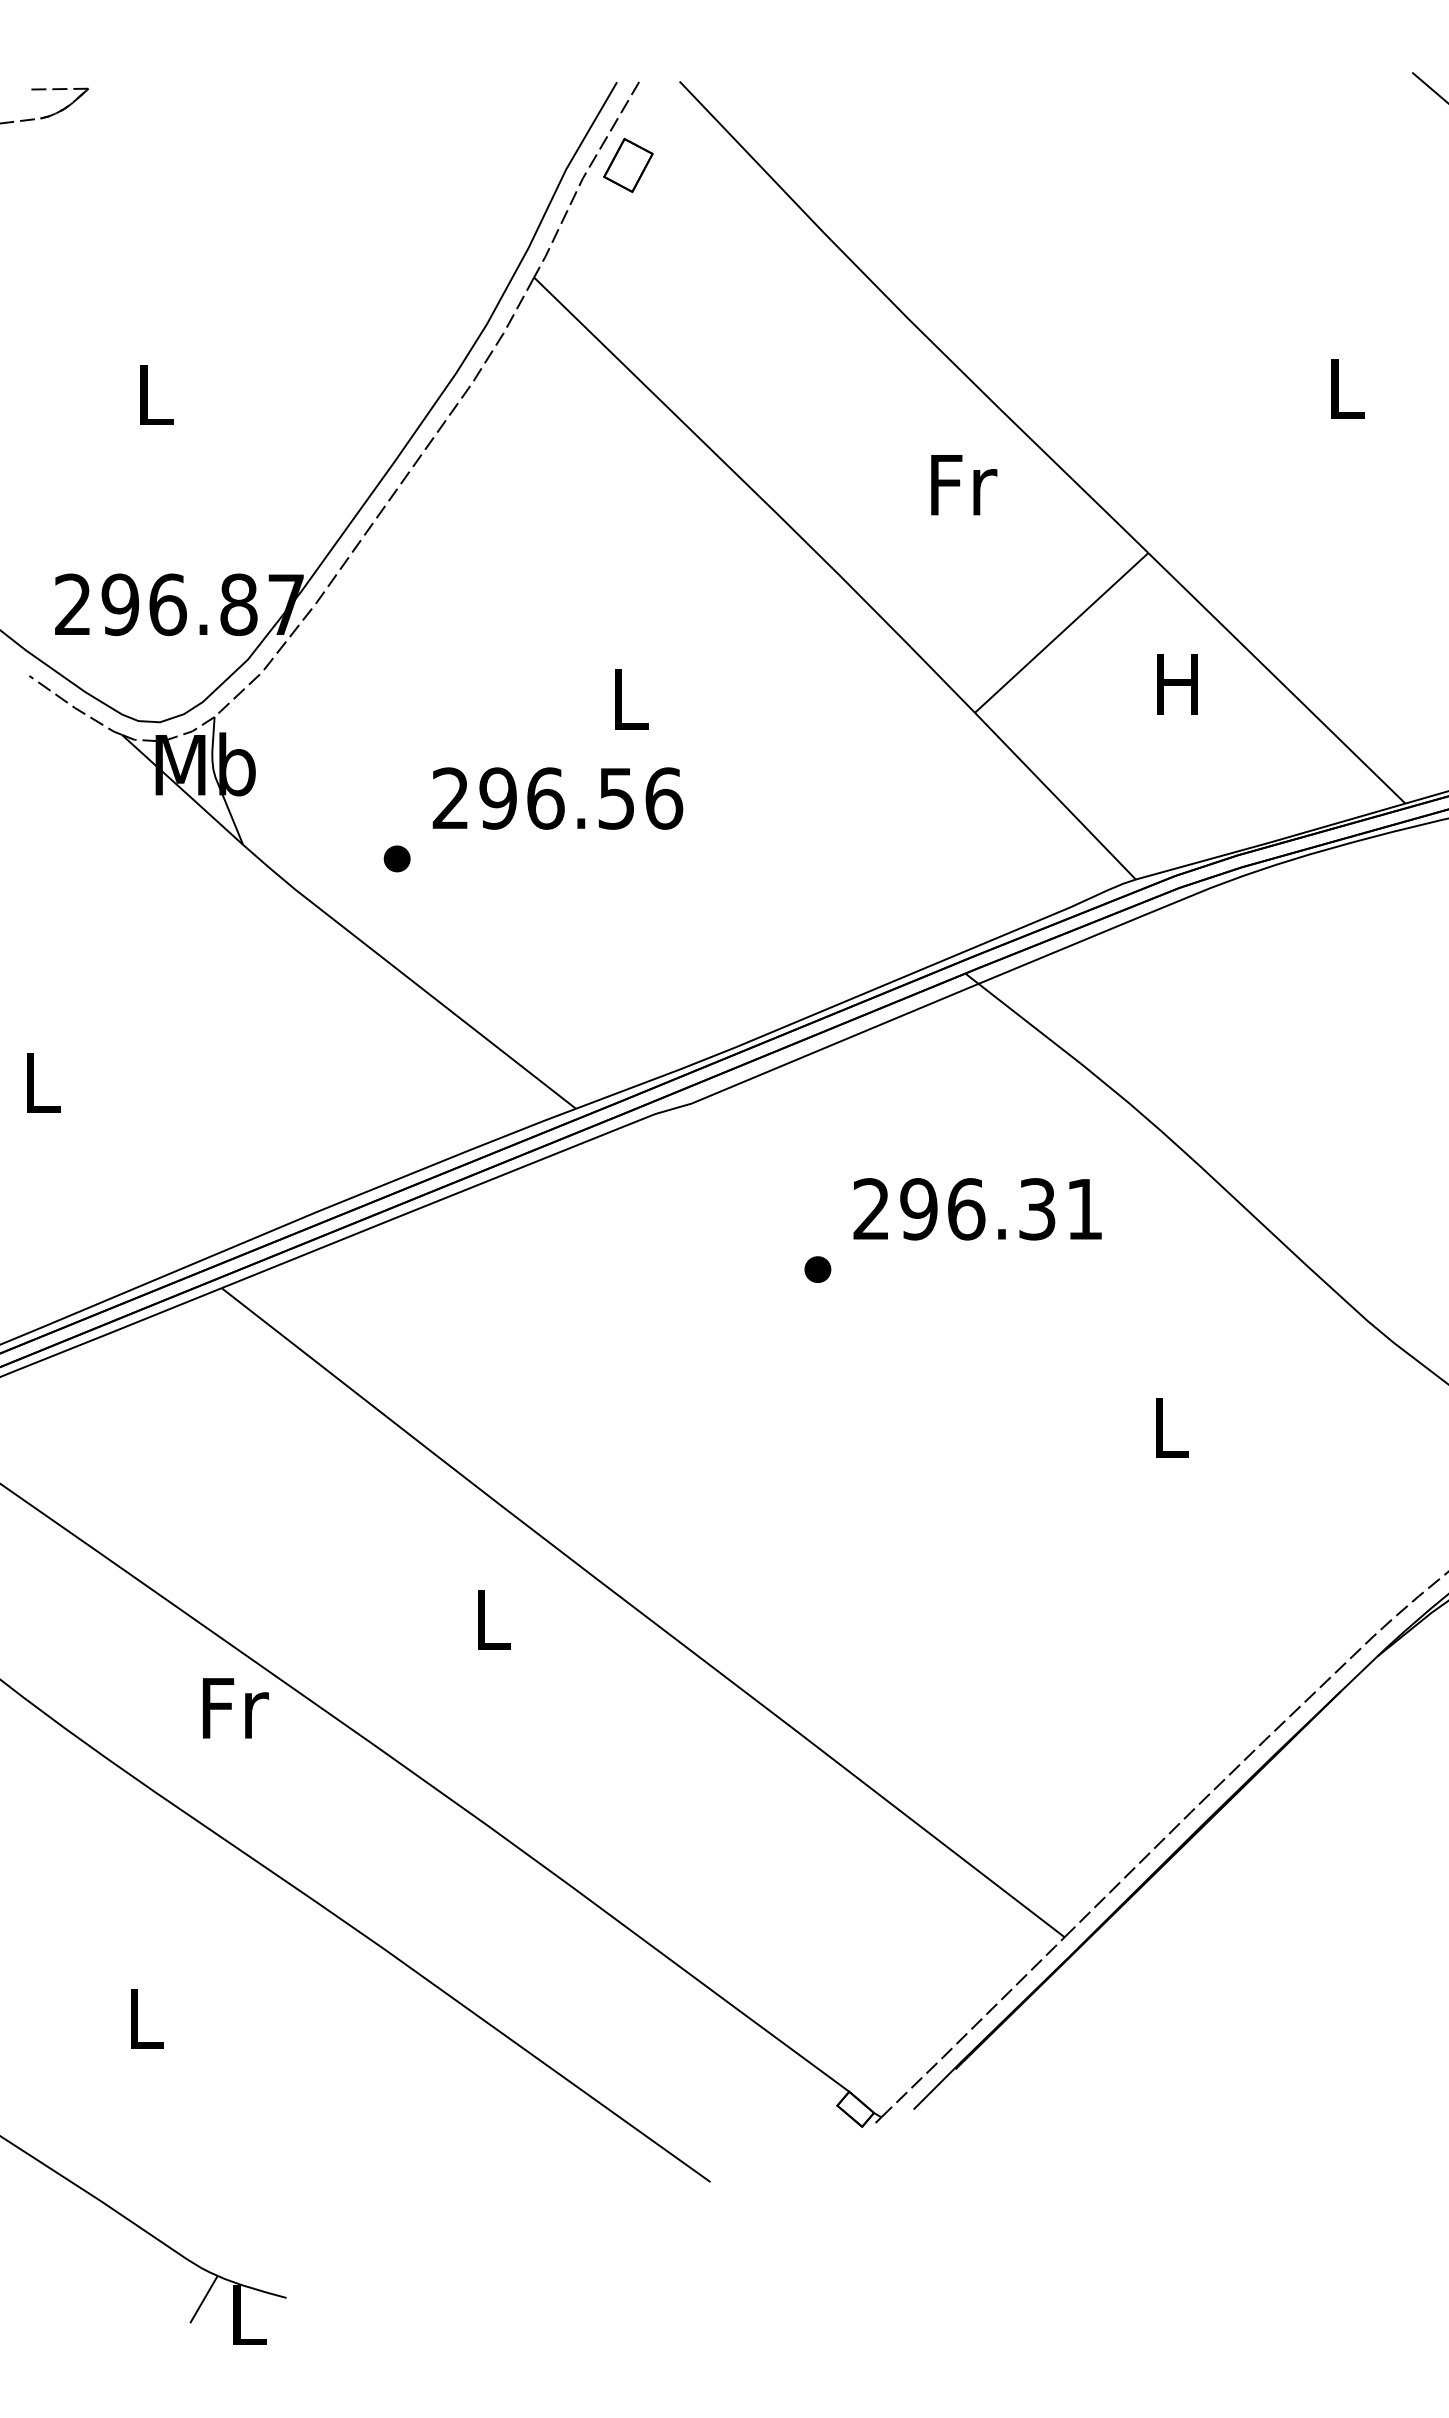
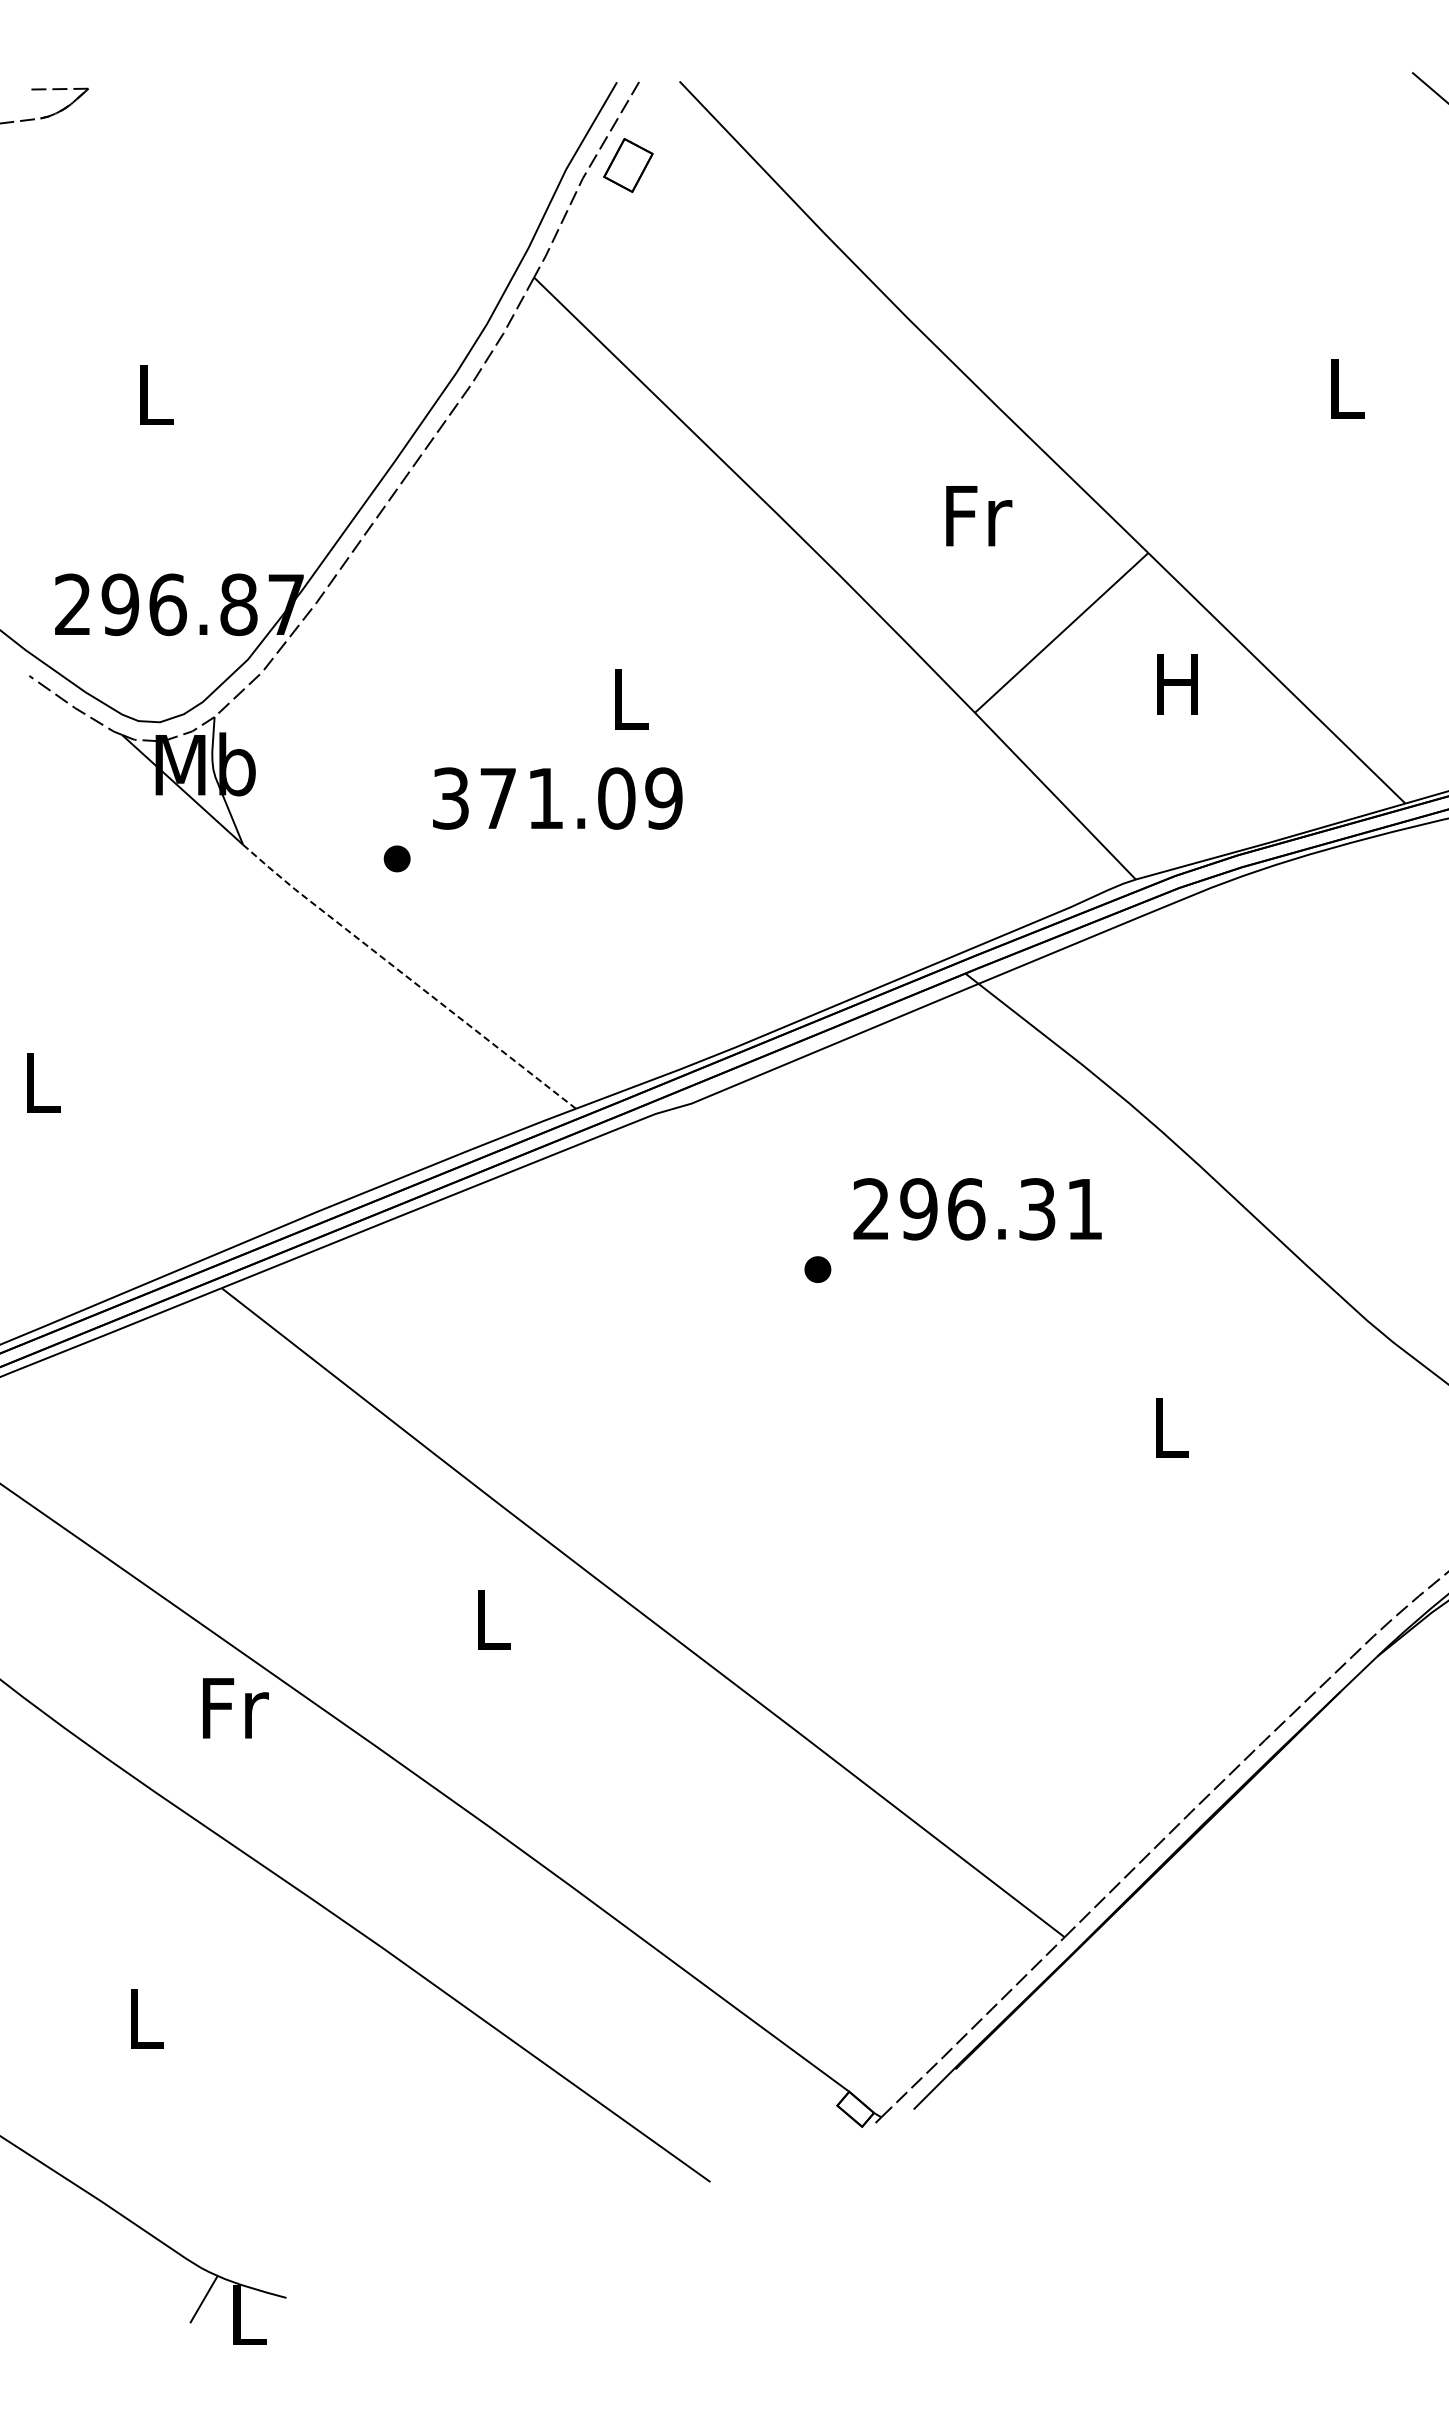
text at (964, 485) position: (964, 485) -> (979, 516)
text at (557, 798): 296.56 -> 371.09
line at (407, 977): solid -> dashed
